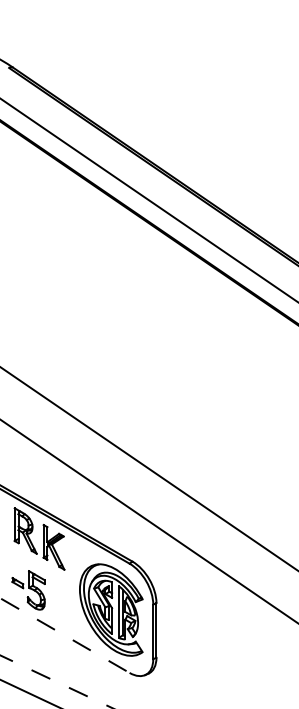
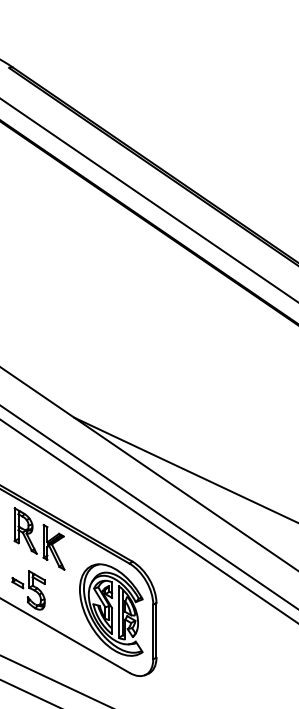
line at (184, 469): none -> present
line at (148, 507): none -> present
line at (64, 635): dashed -> solid
line at (57, 682): dashed -> solid
